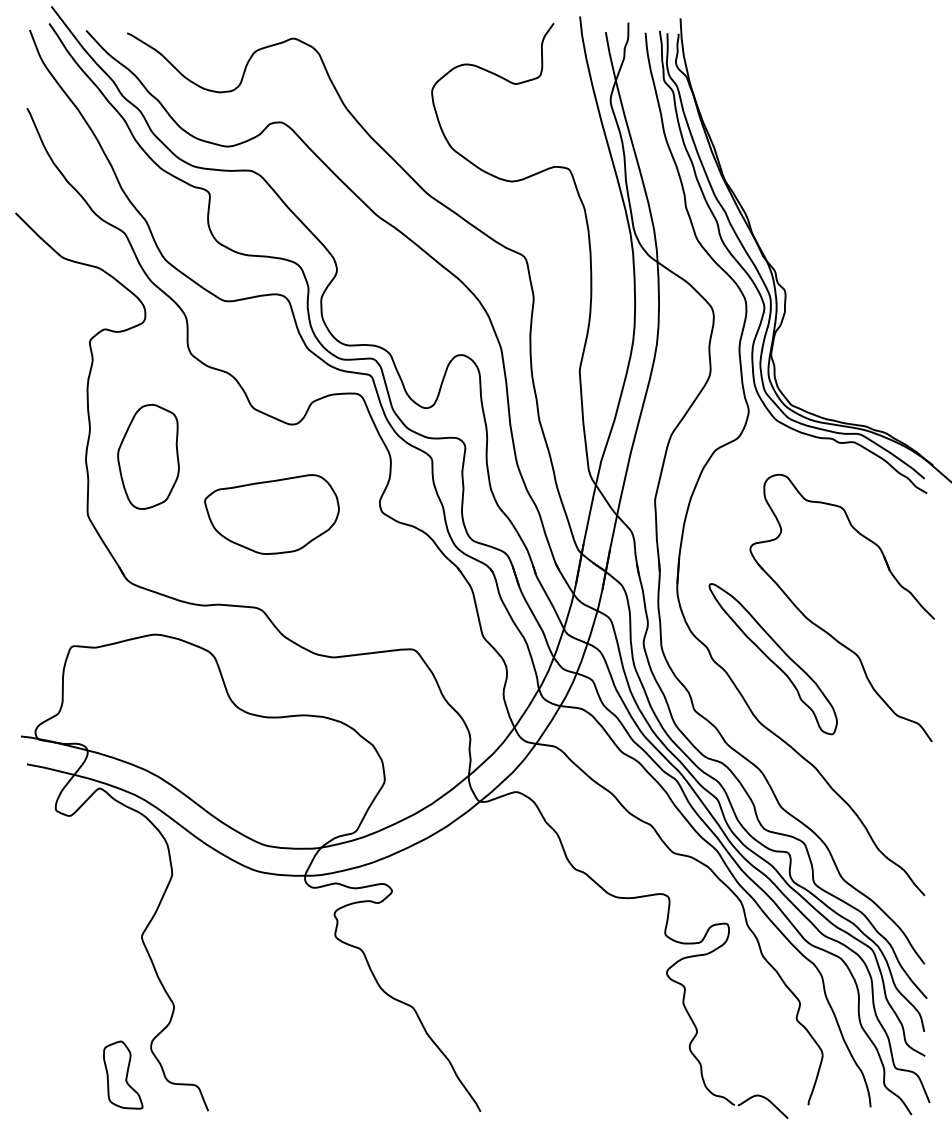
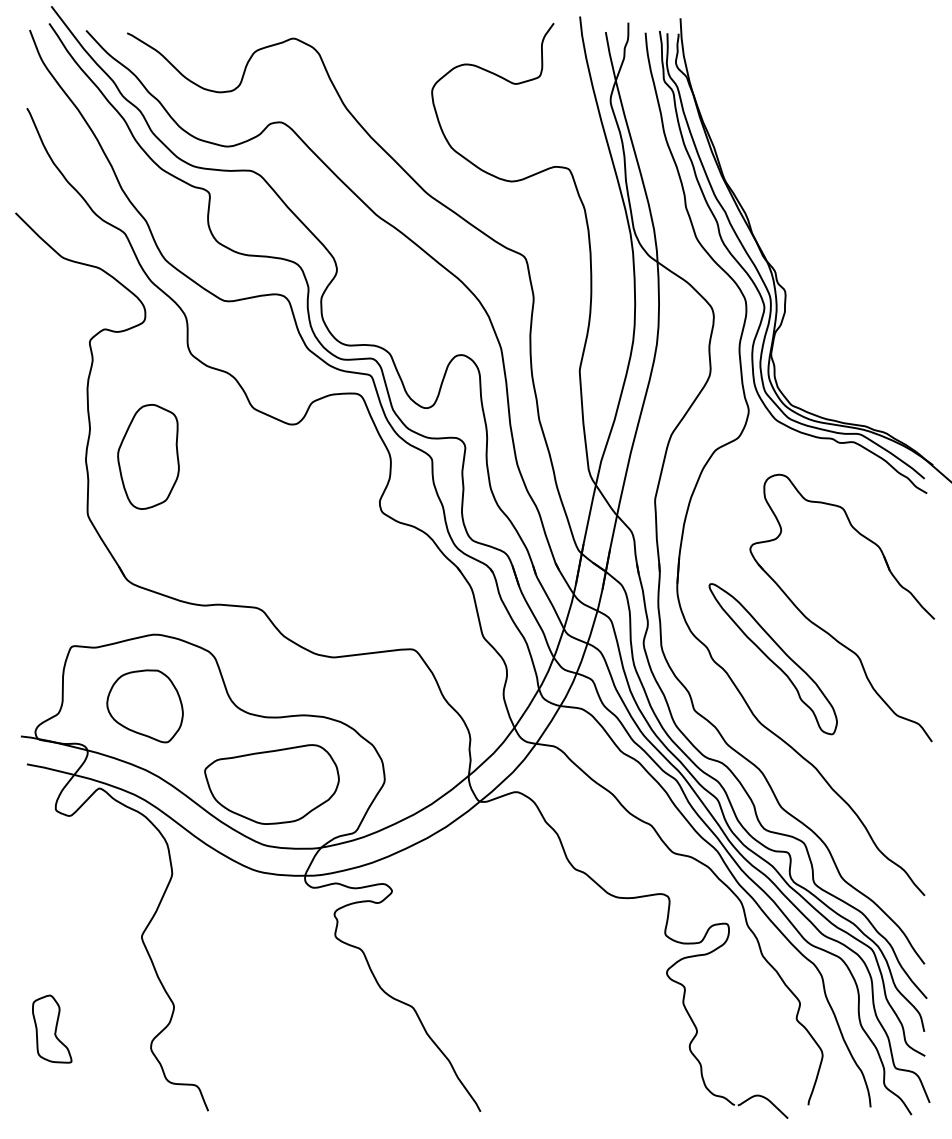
part at (271, 514) position: (271, 514) -> (271, 784)
part at (144, 706): none -> present
part at (123, 1074) position: (123, 1074) -> (52, 1028)
